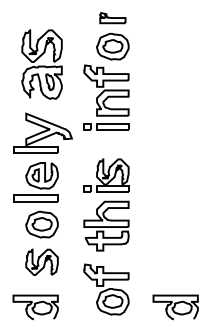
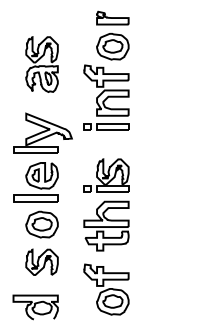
part at (112, 18) size: 28x13 px -> 34x16 px
part at (41, 64) size: 42x71 px -> 34x57 px
part at (175, 307): present -> none
